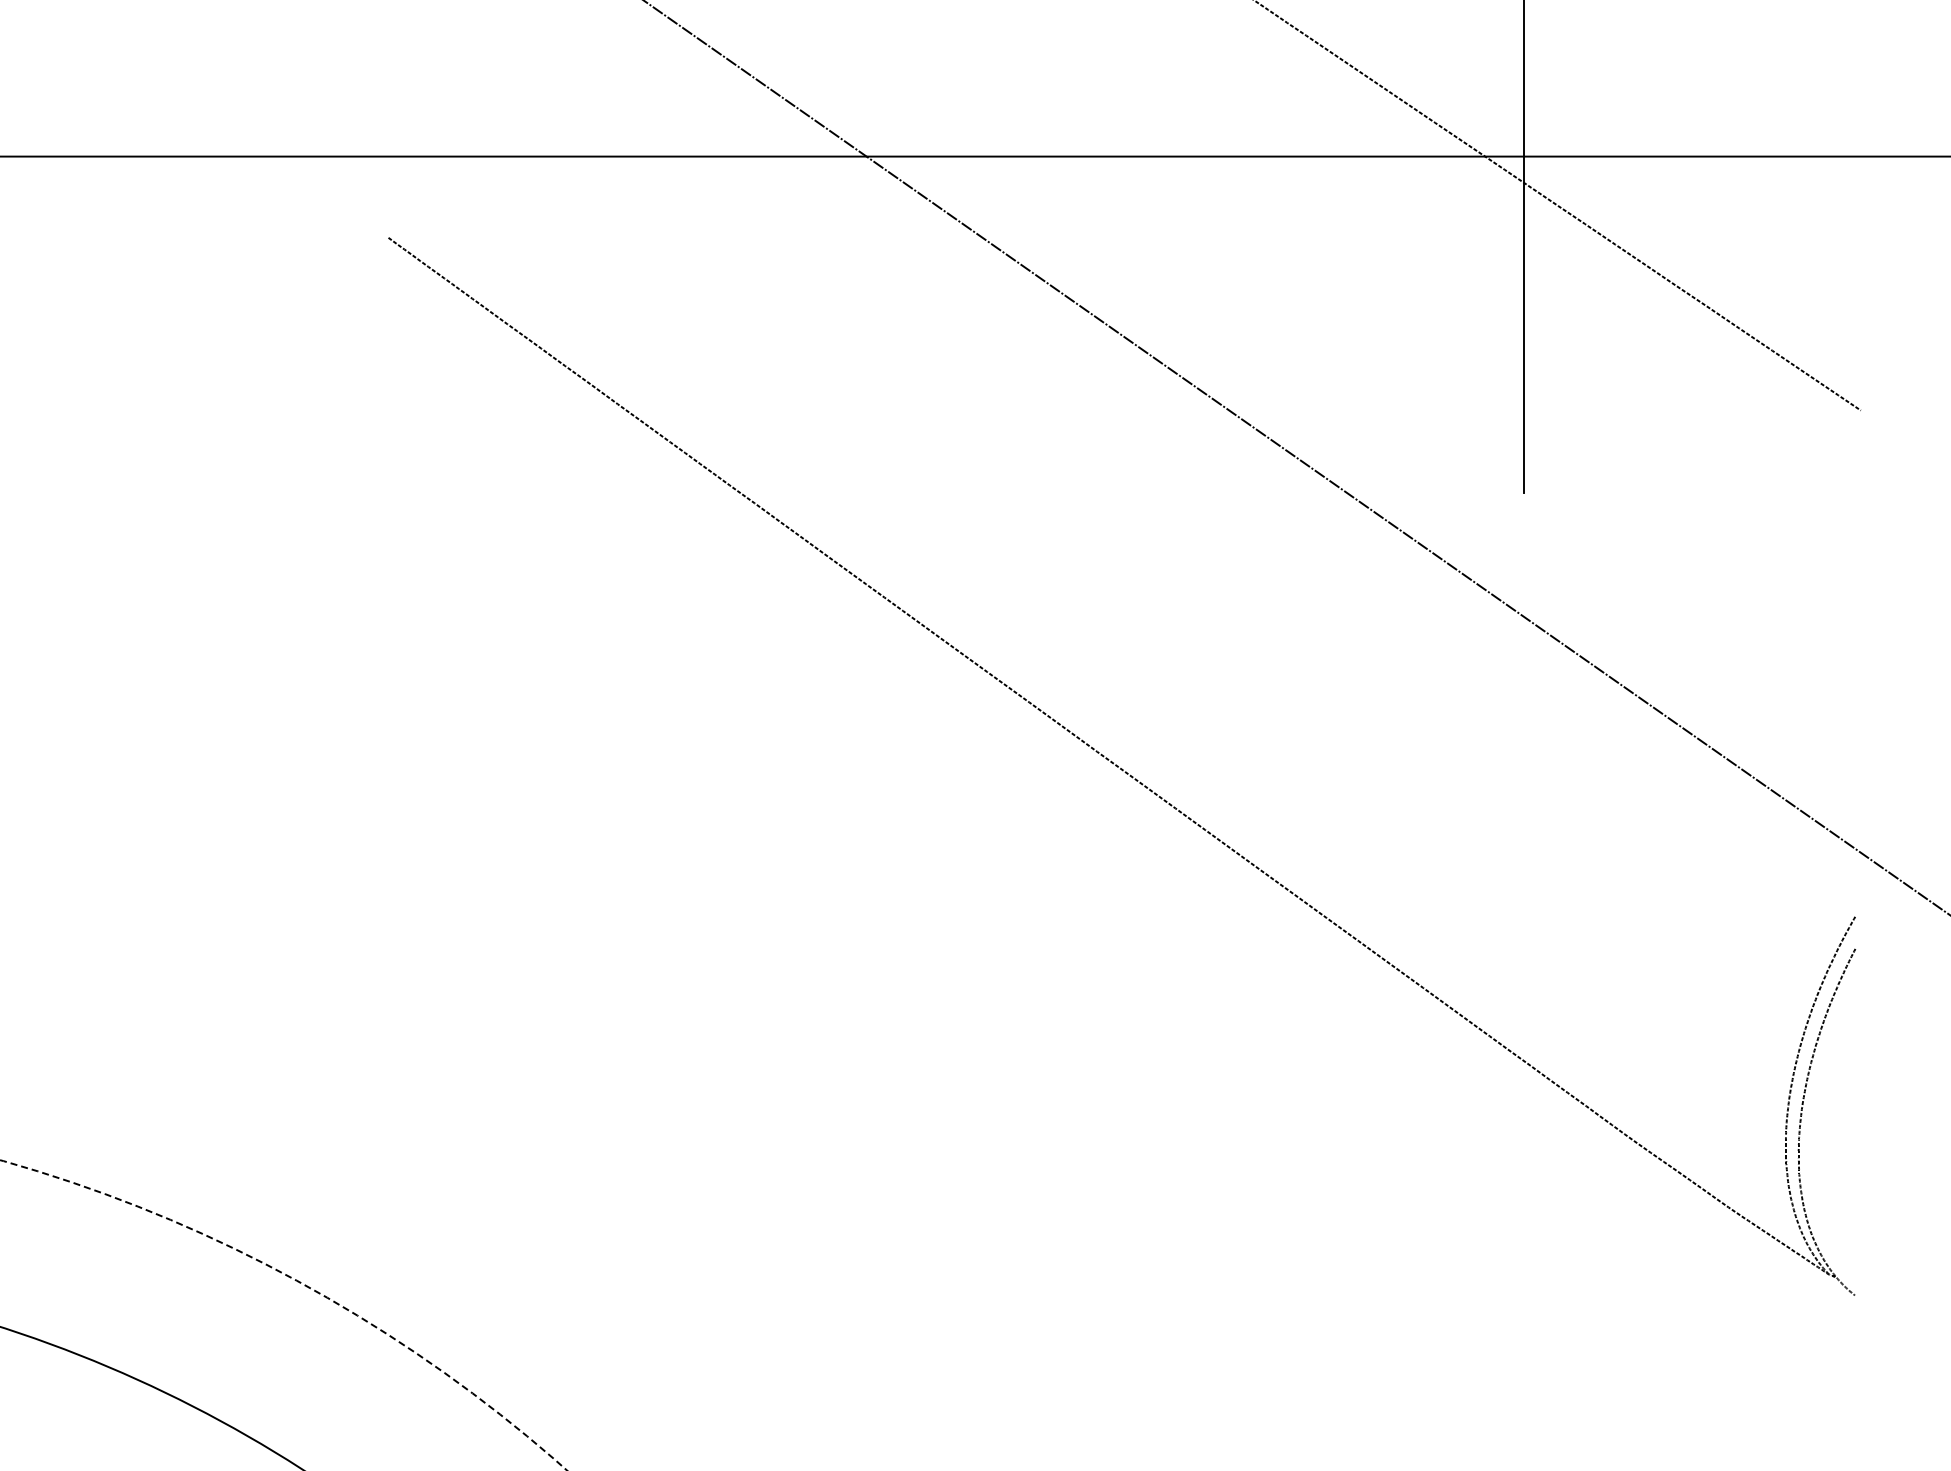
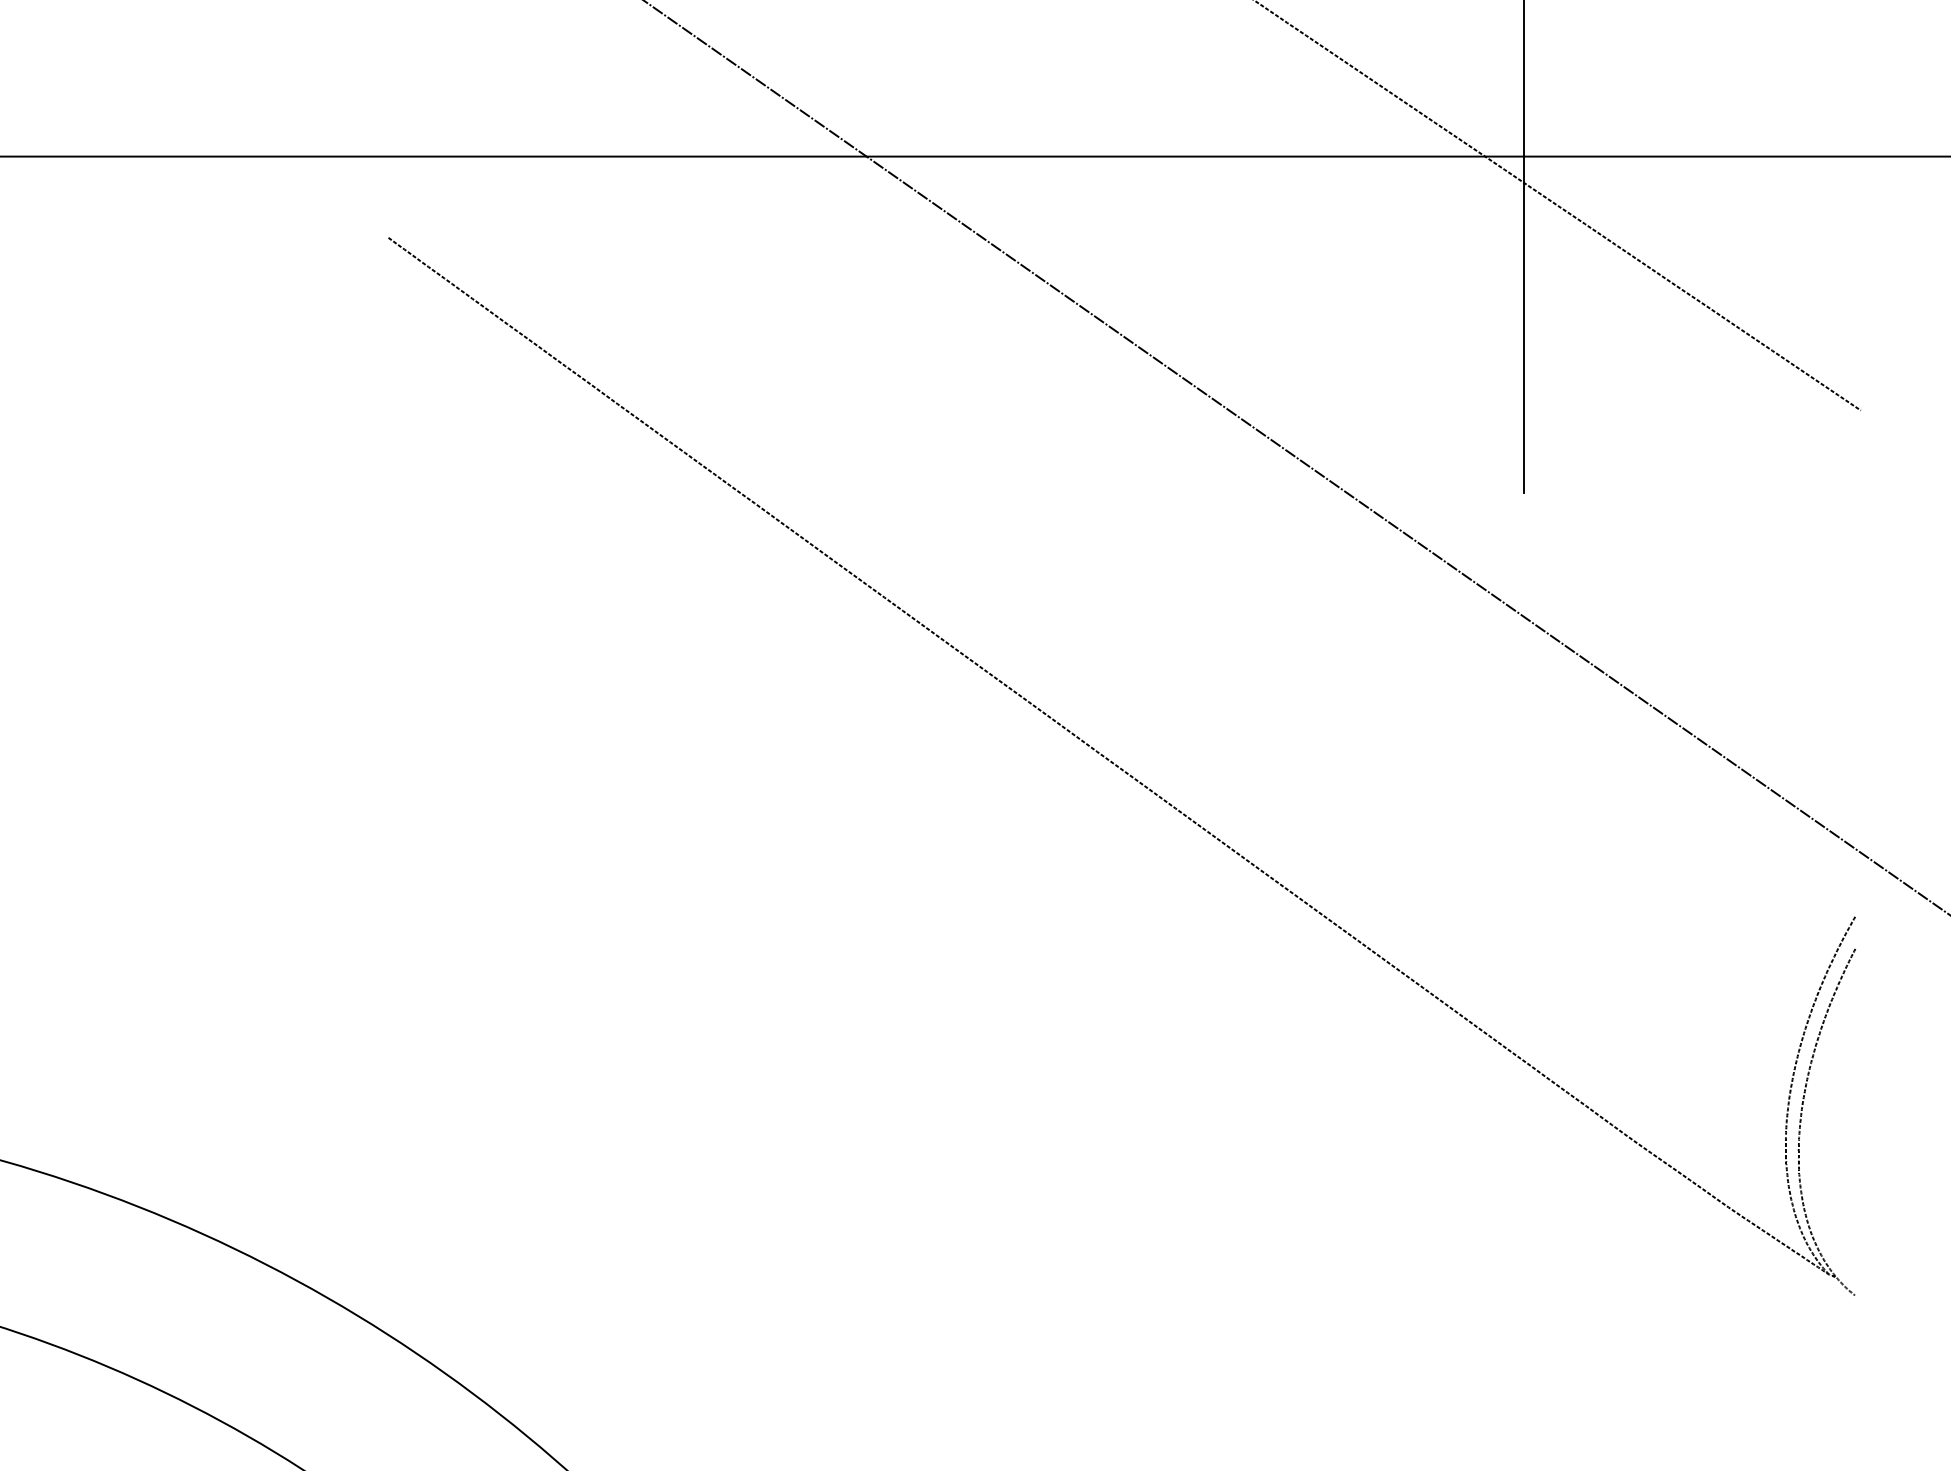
circle at (283, 1315): dashed -> solid
